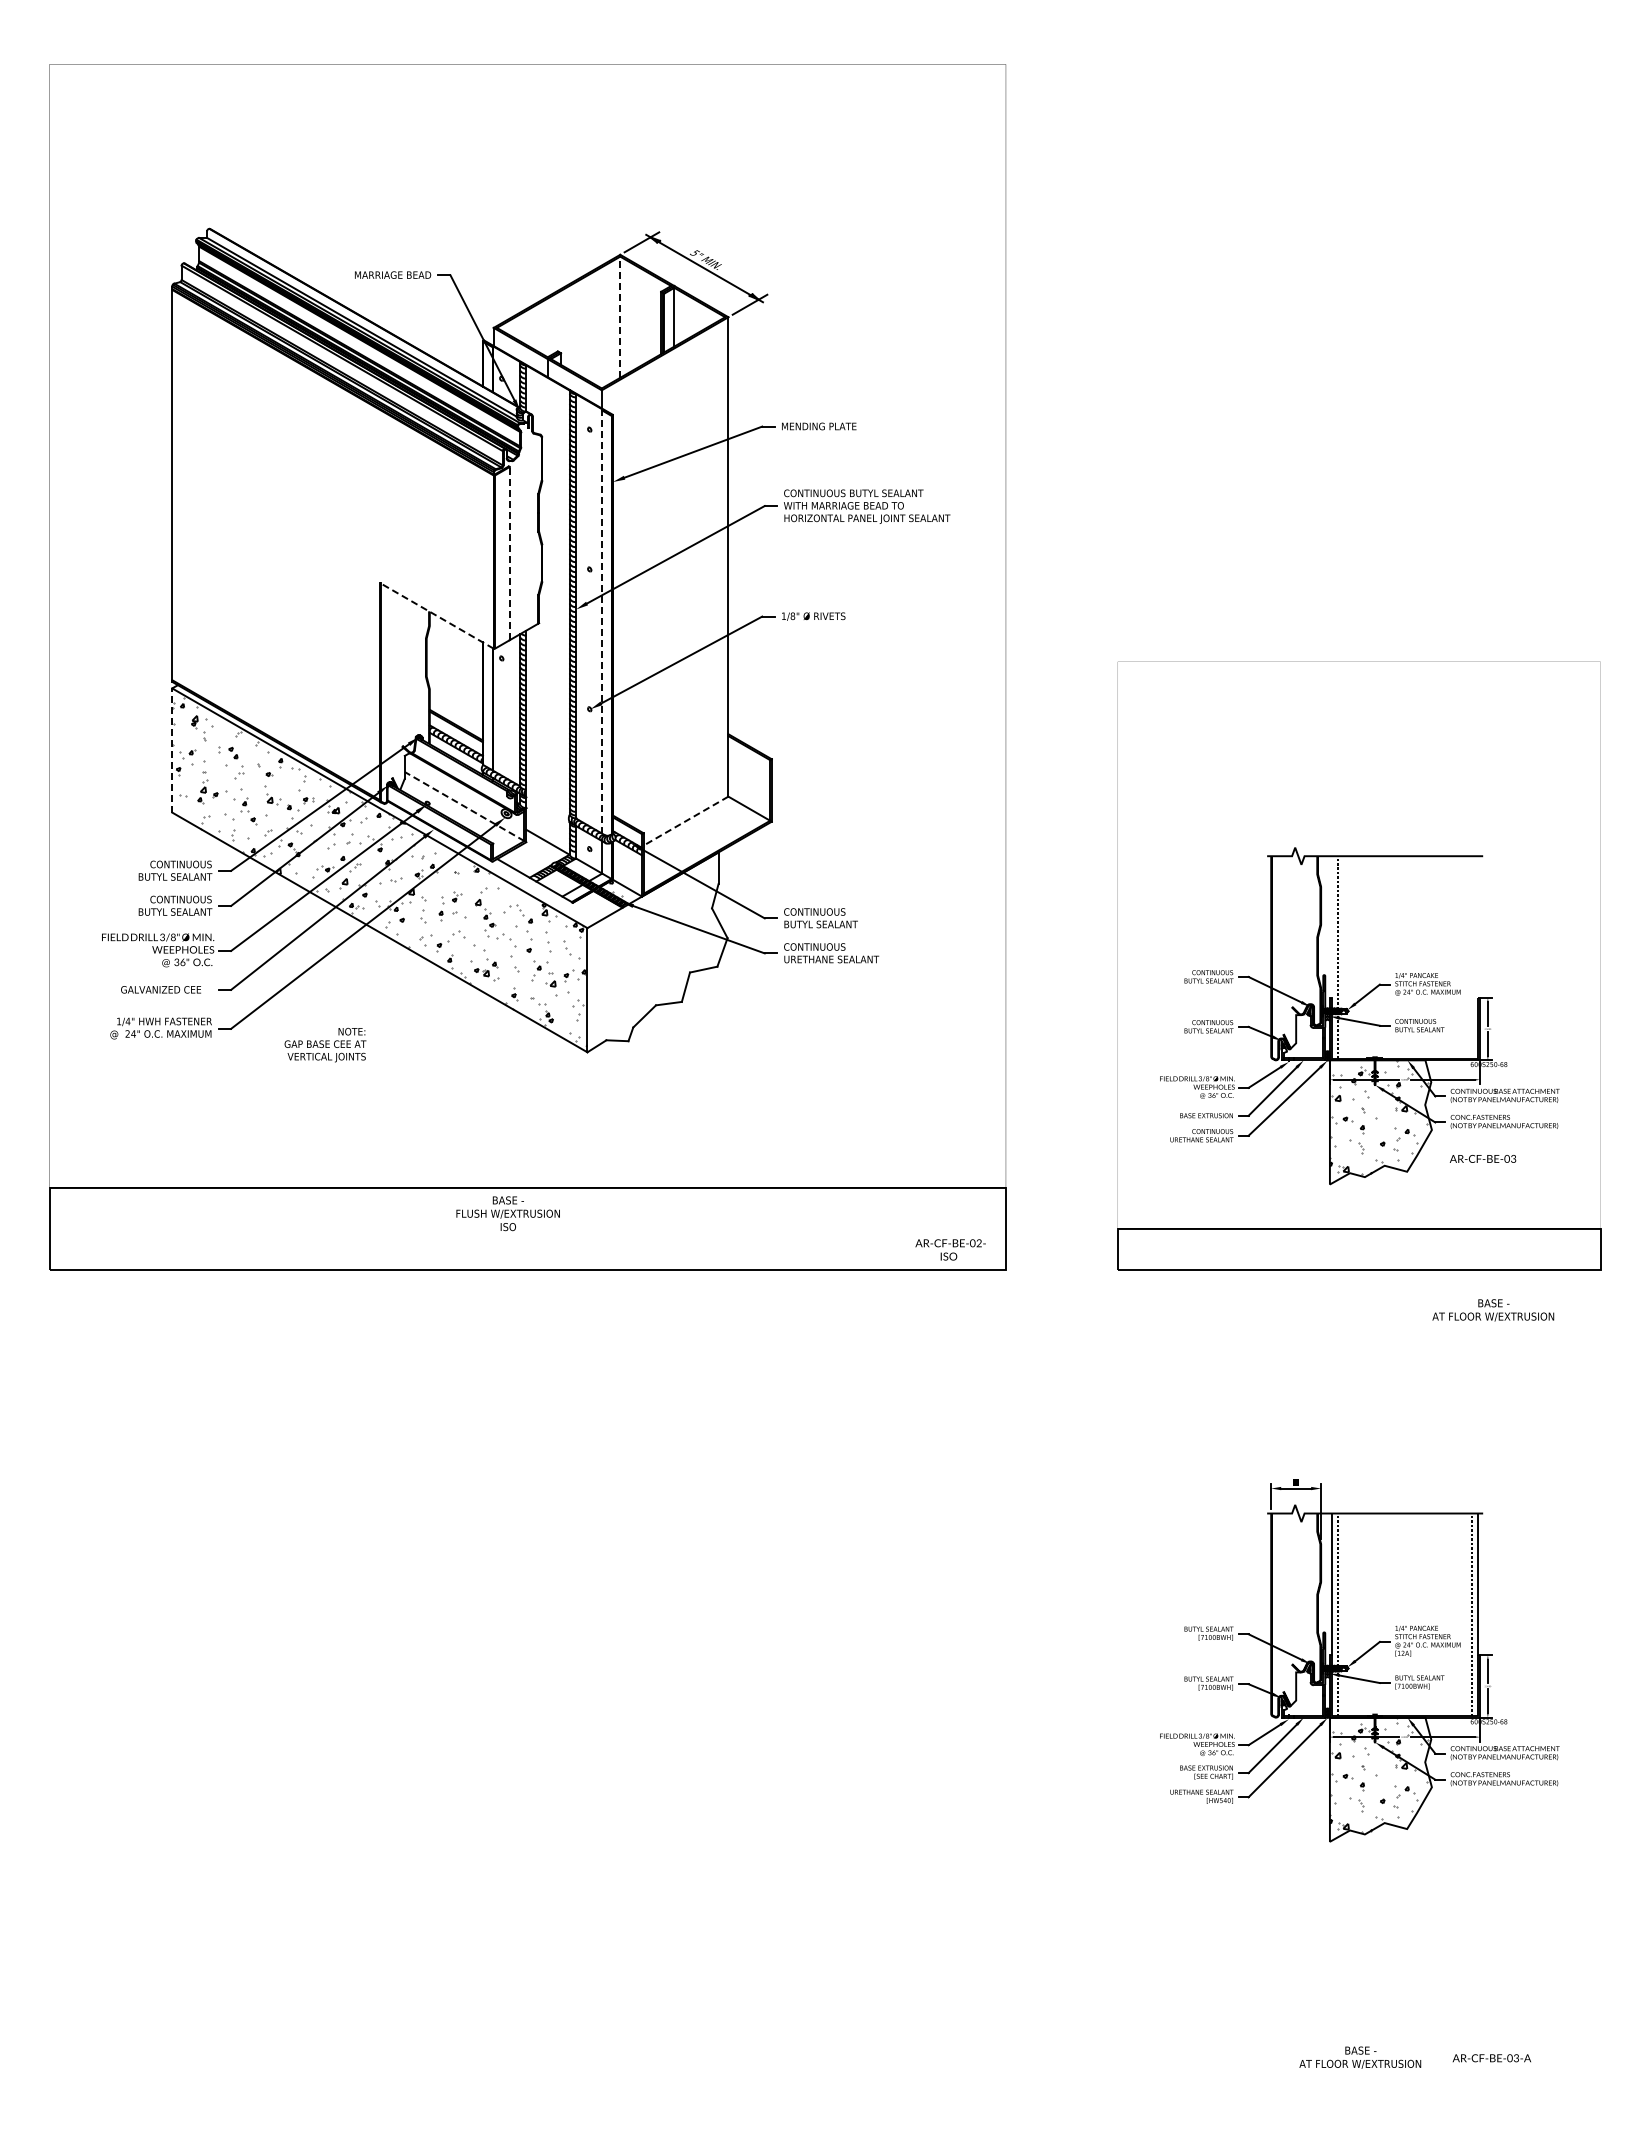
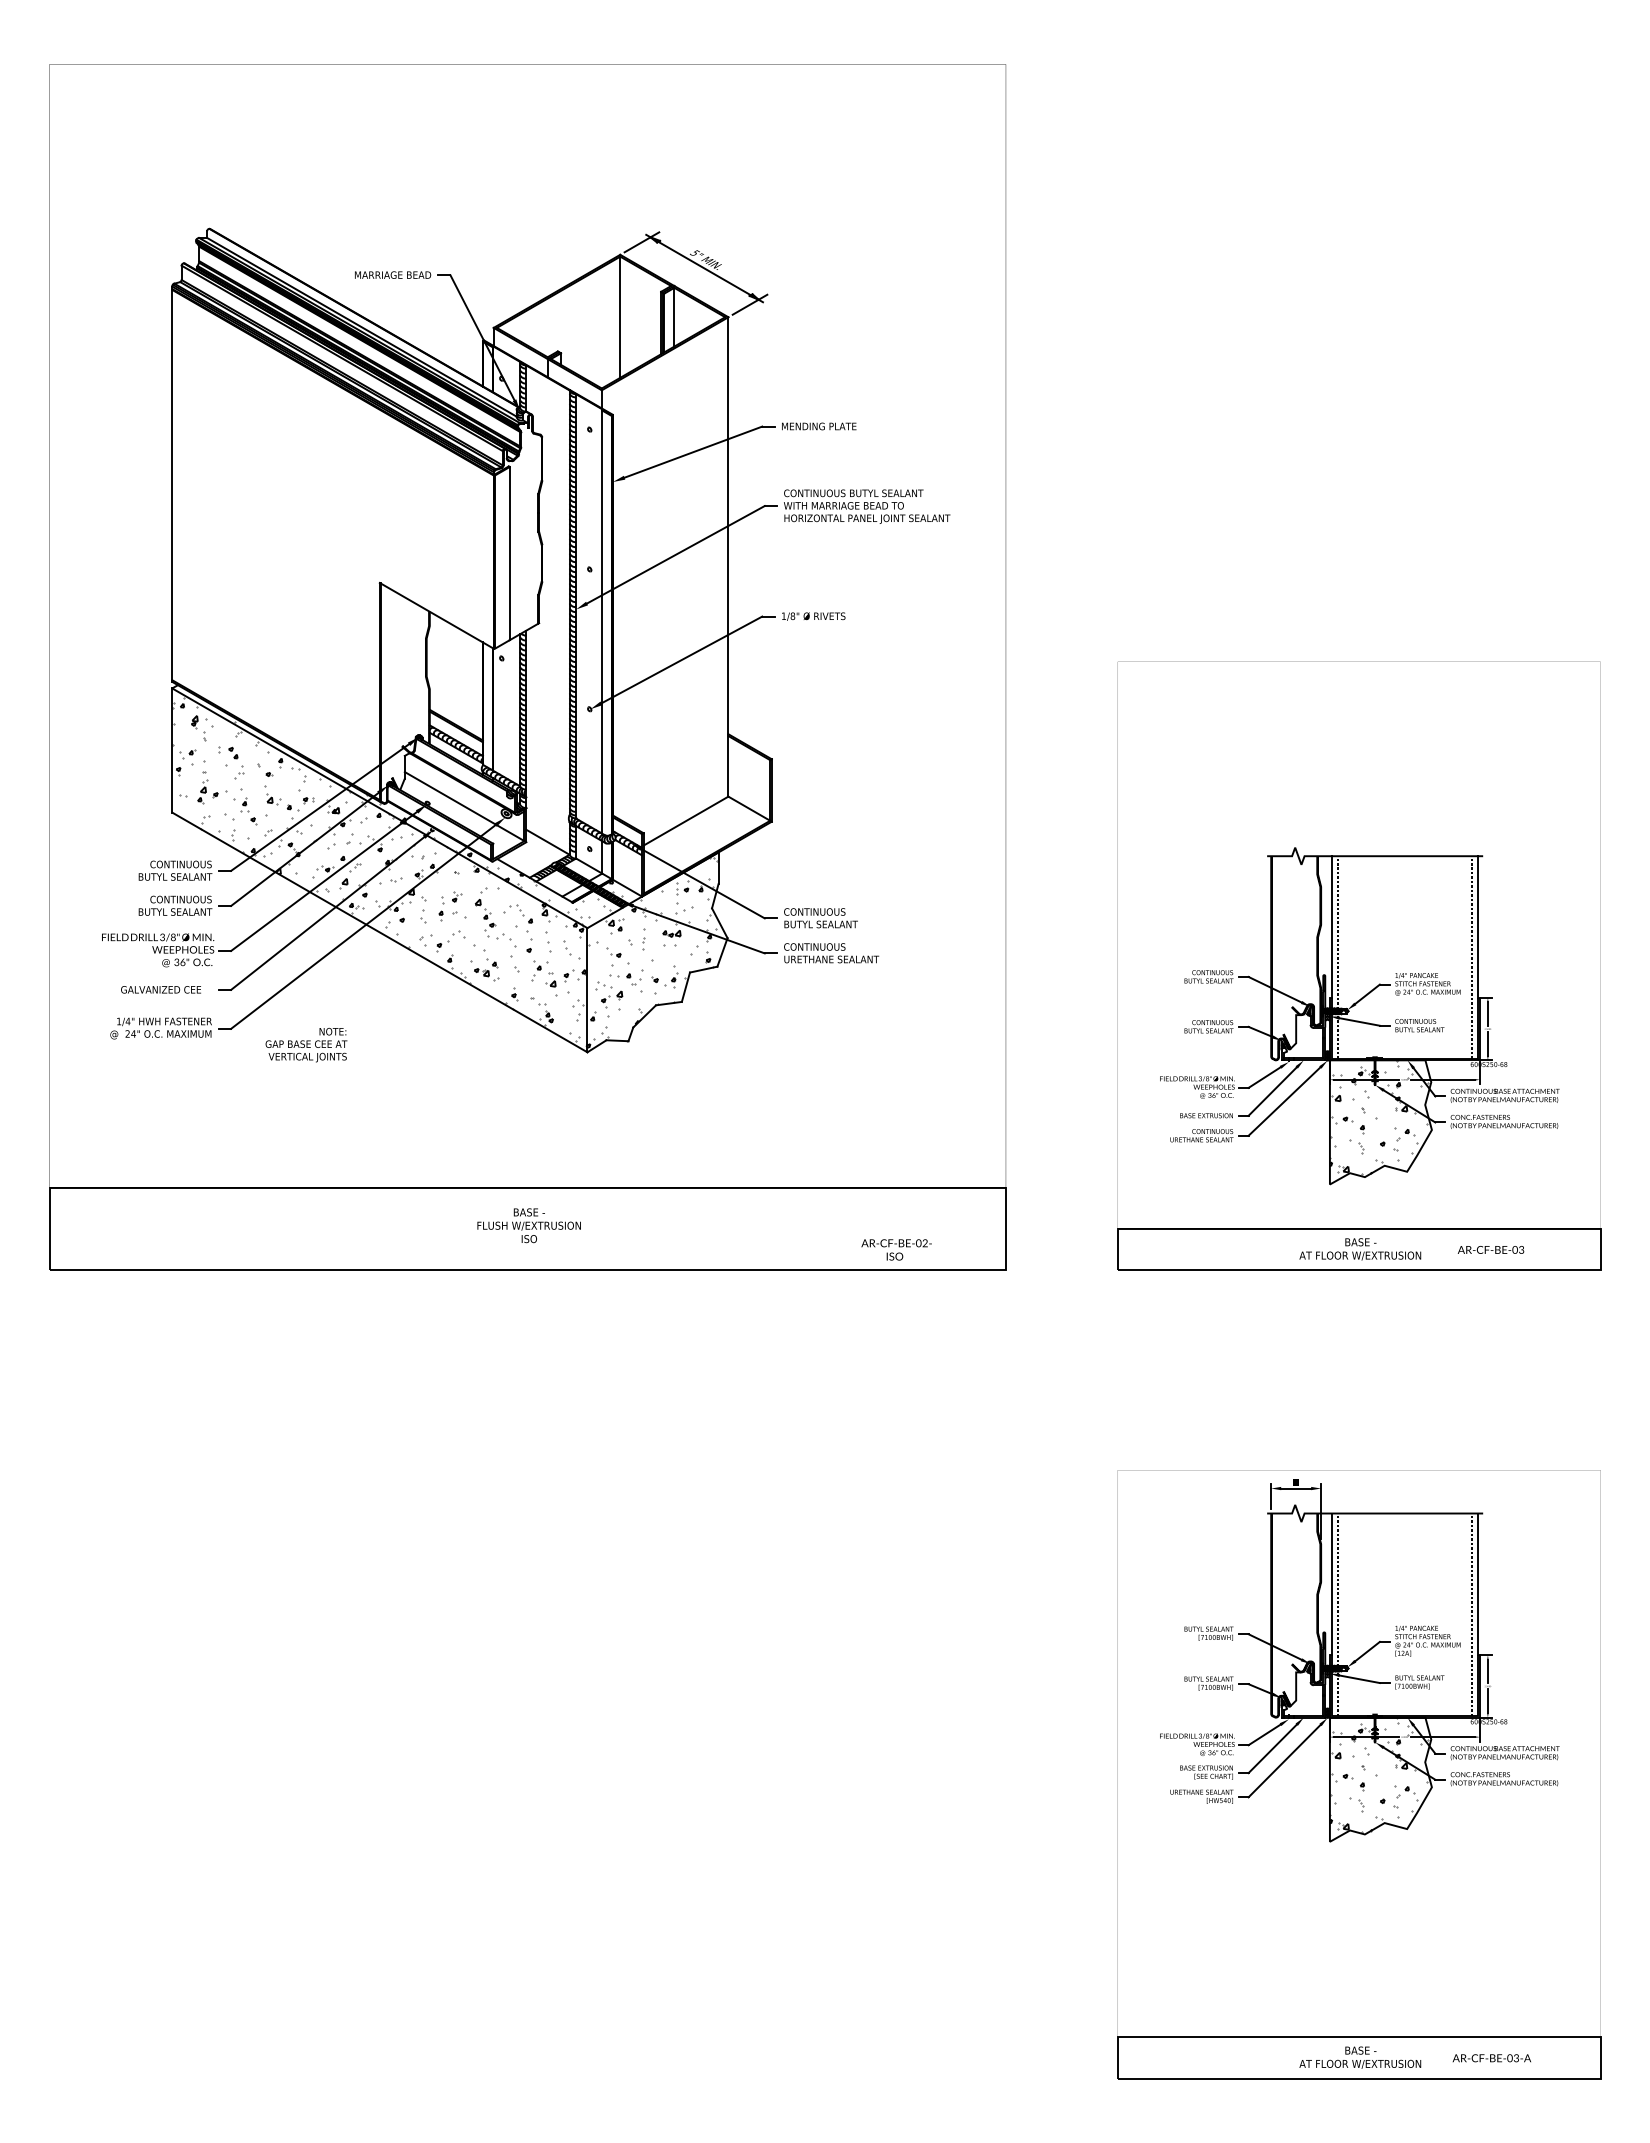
line at (620, 317): dashed -> solid
line at (509, 553): dashed -> solid
line at (436, 615): dashed -> solid
line at (602, 622): dashed -> solid
line at (172, 750): dashed -> solid
line at (464, 806): dashed -> solid
line at (686, 821): dashed -> solid
hatch at (423, 822): none -> present
line at (1331, 926): none -> present
line at (1478, 926): none -> present
hatch at (652, 952): none -> present
line at (1471, 957): none -> present
text at (325, 1044) position: (325, 1044) -> (306, 1044)
text at (1482, 1158) position: (1482, 1158) -> (1490, 1249)
text at (507, 1213) position: (507, 1213) -> (528, 1225)
text at (950, 1249) position: (950, 1249) -> (896, 1249)
text at (1493, 1310) position: (1493, 1310) -> (1360, 1249)
part at (1359, 1774): none -> present
